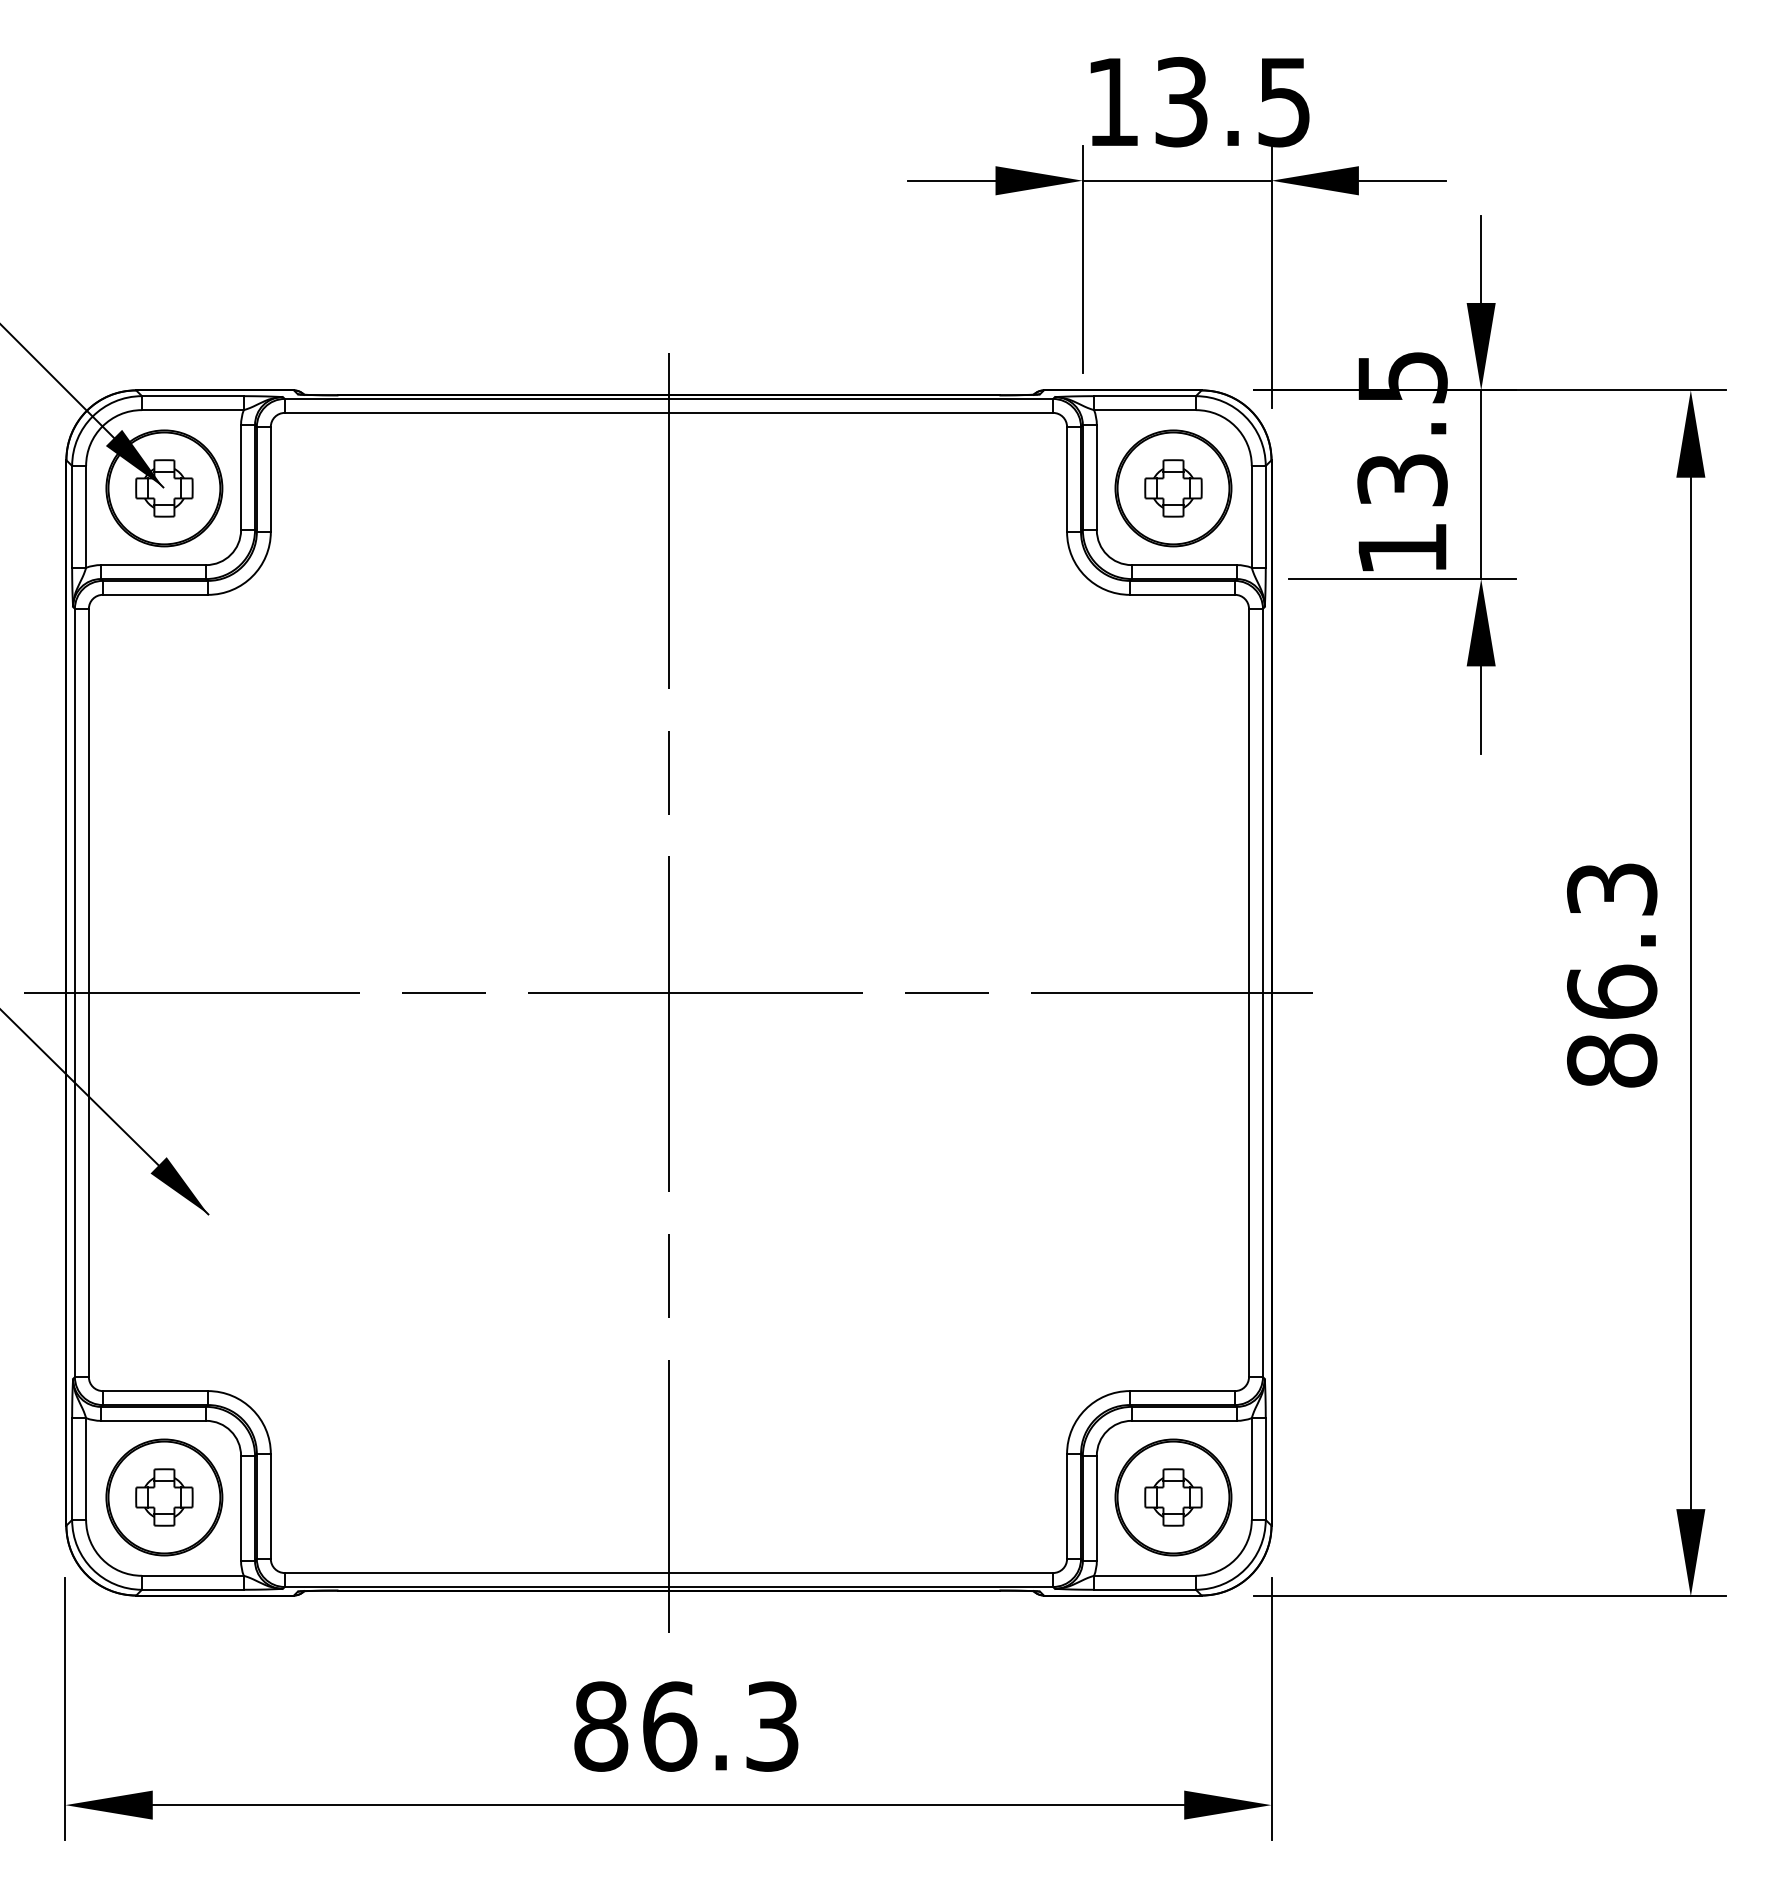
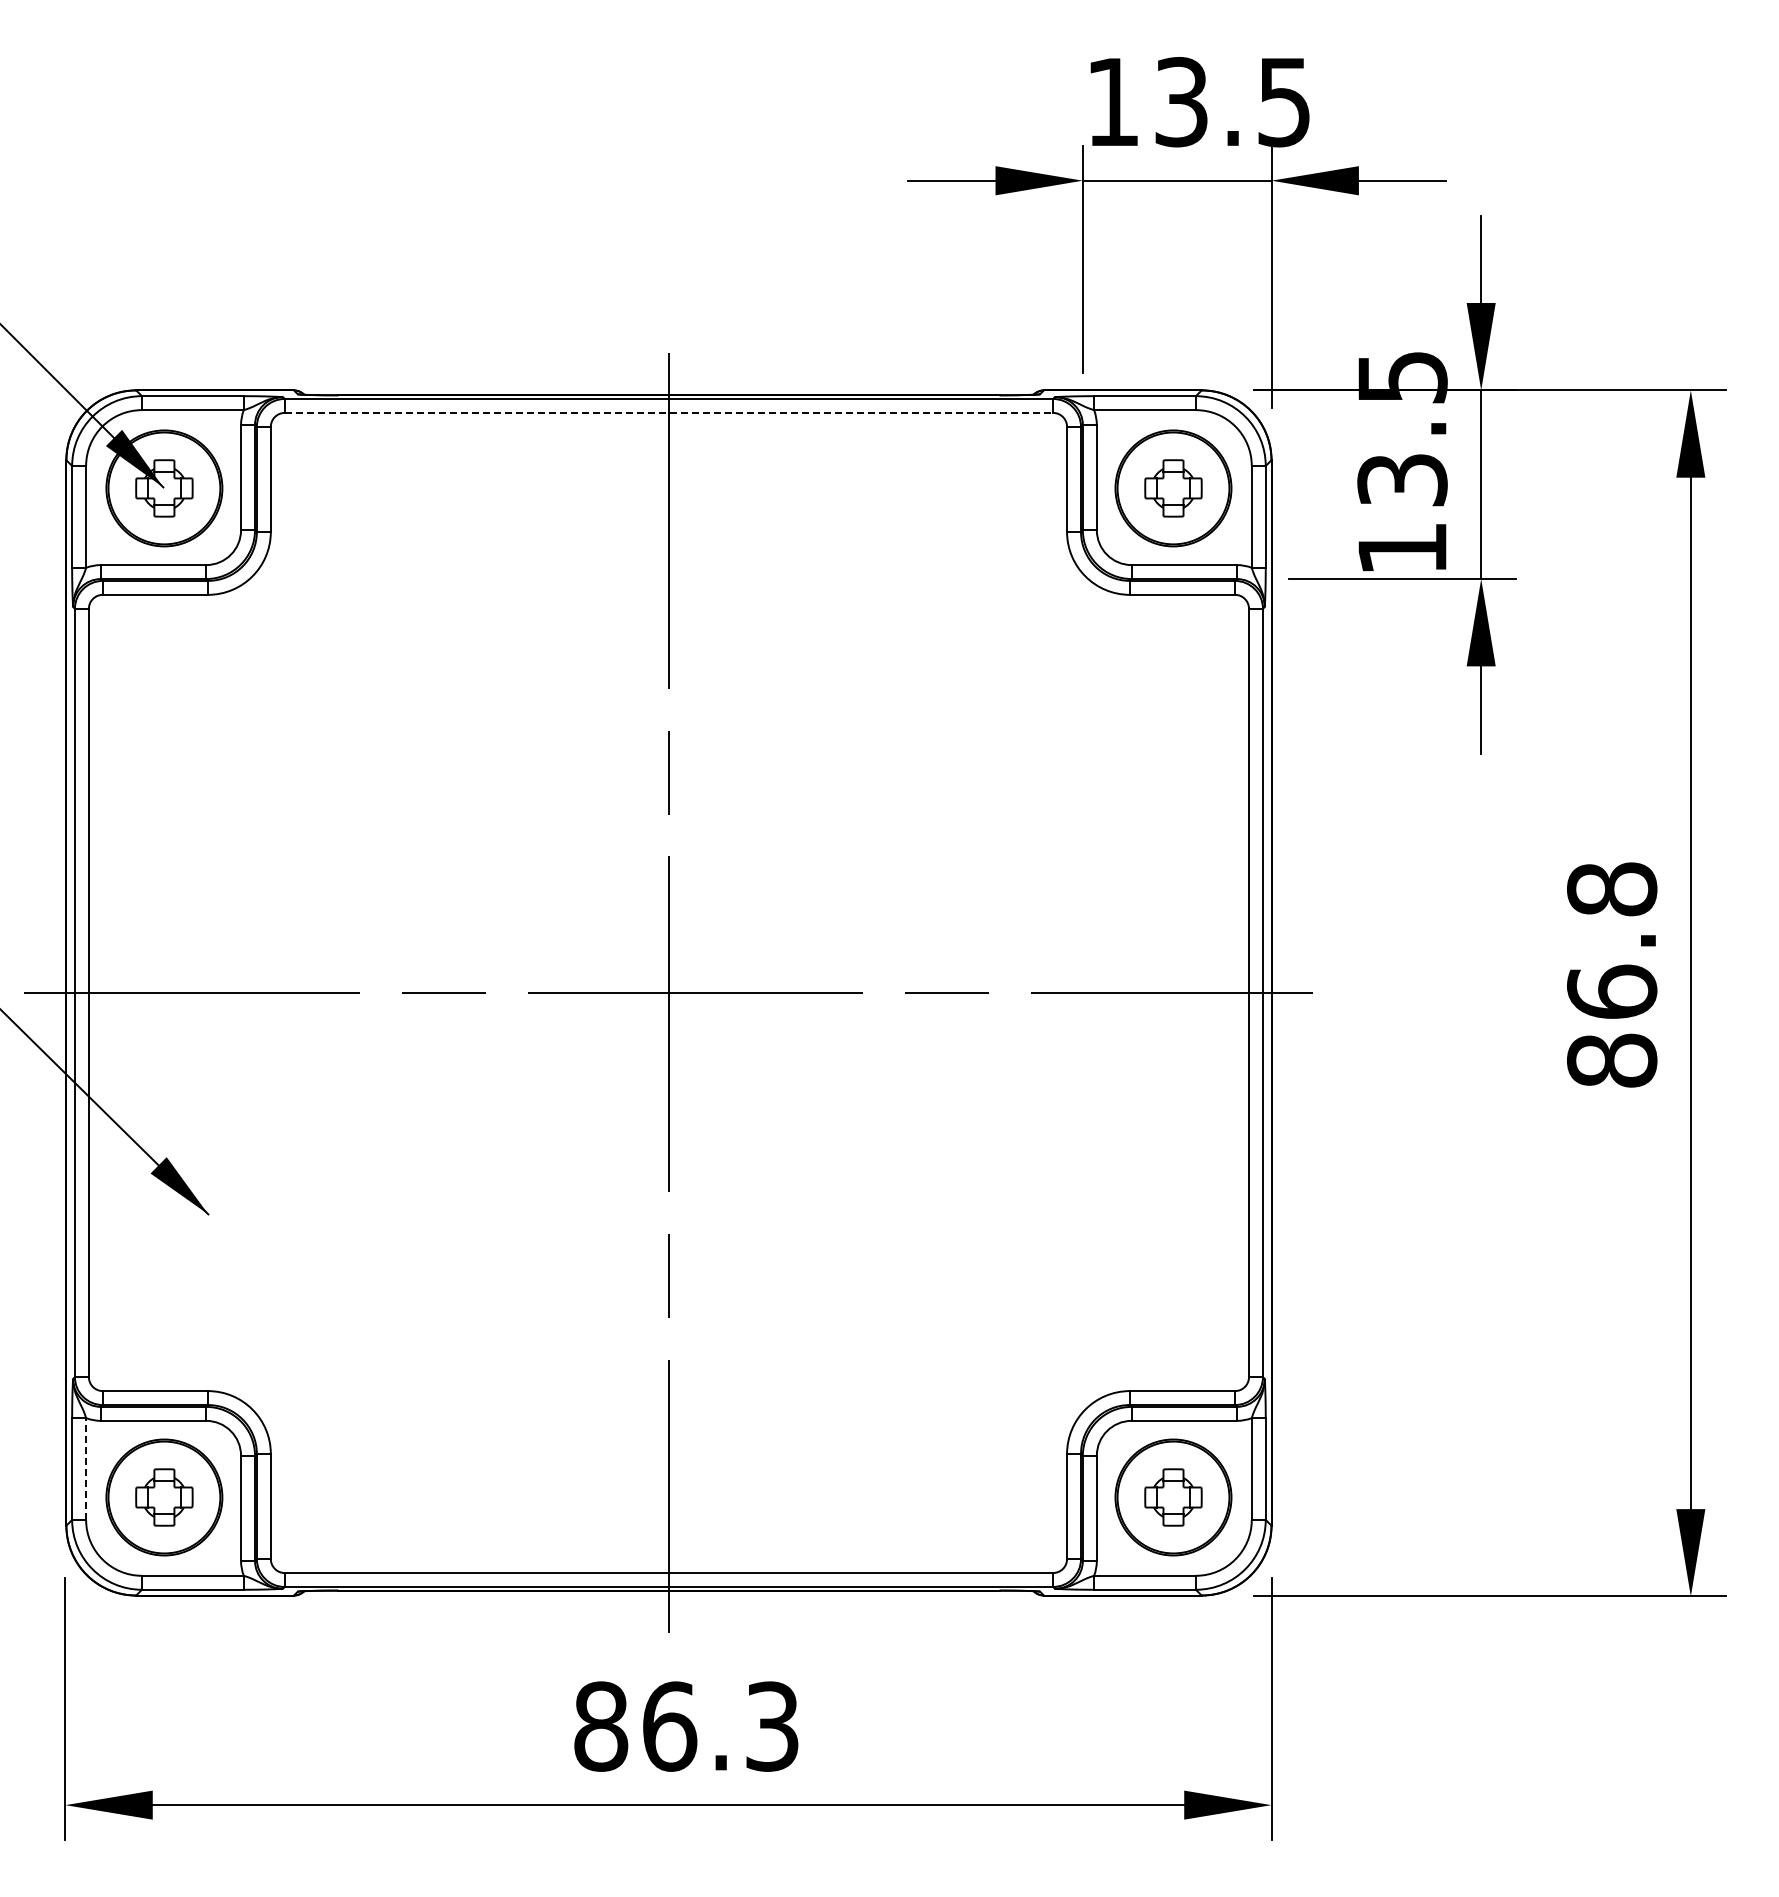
line at (669, 412): solid -> dashed
text at (1612, 889): 86.3 -> 86.8
line at (86, 1469): solid -> dashed
